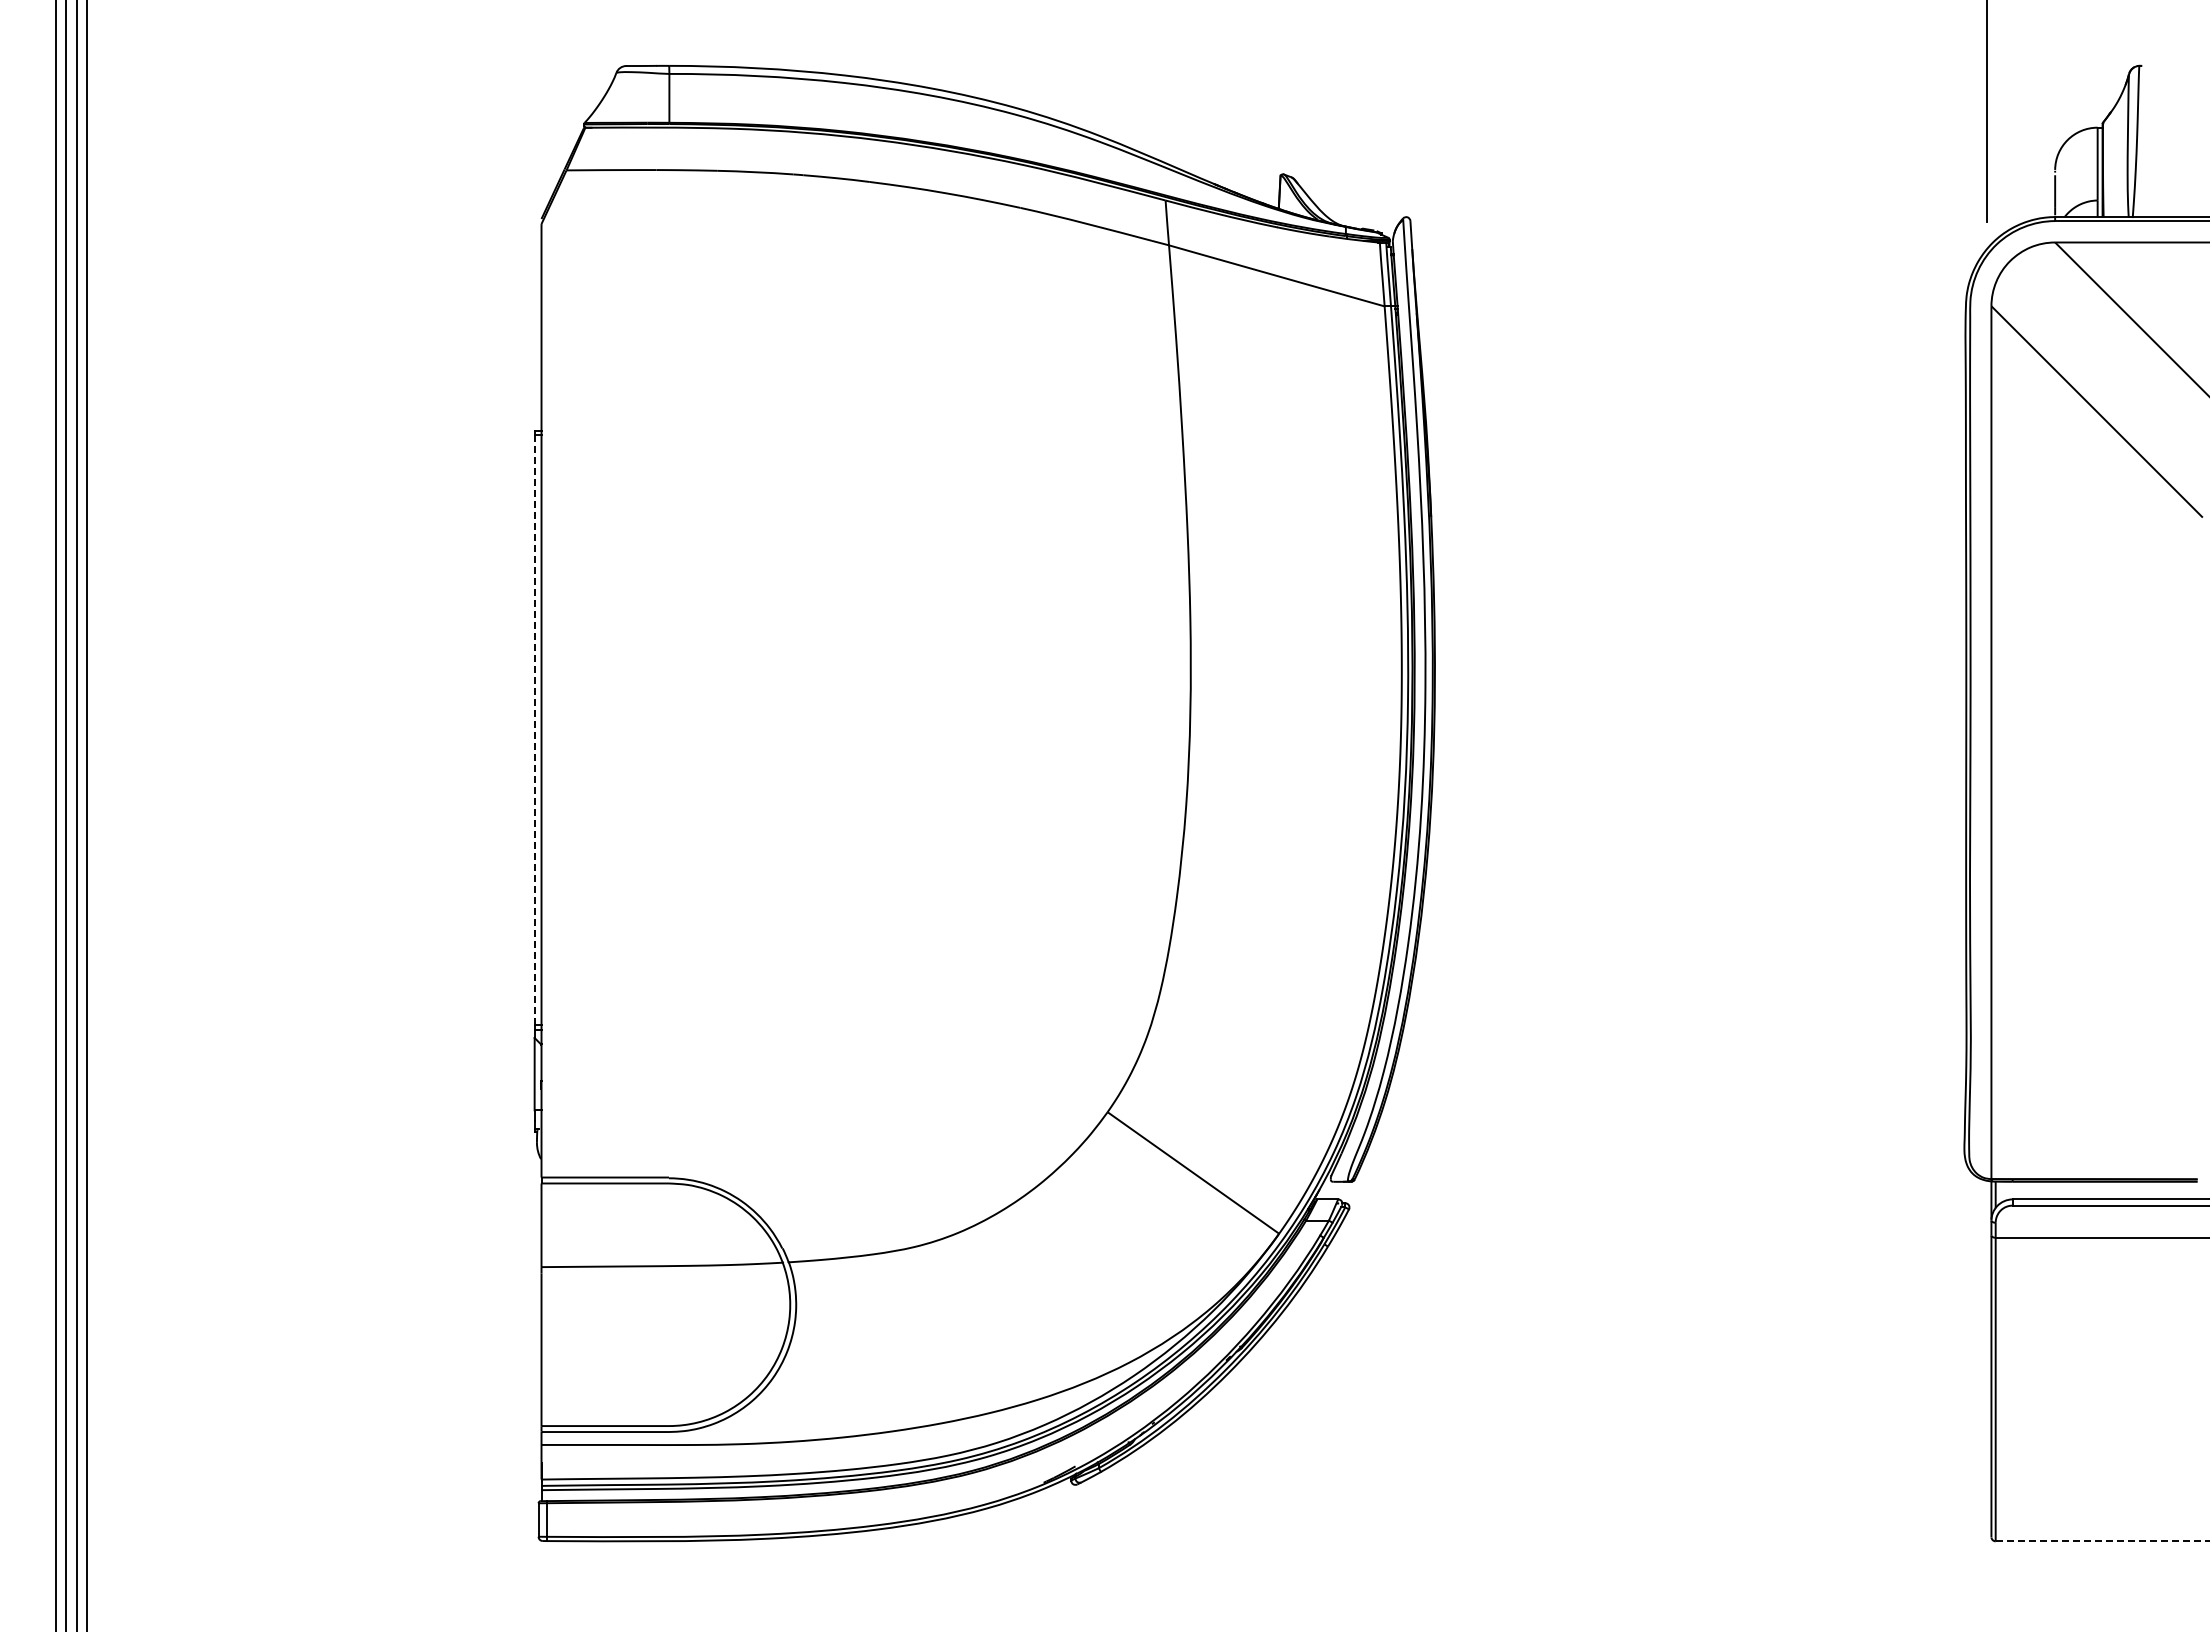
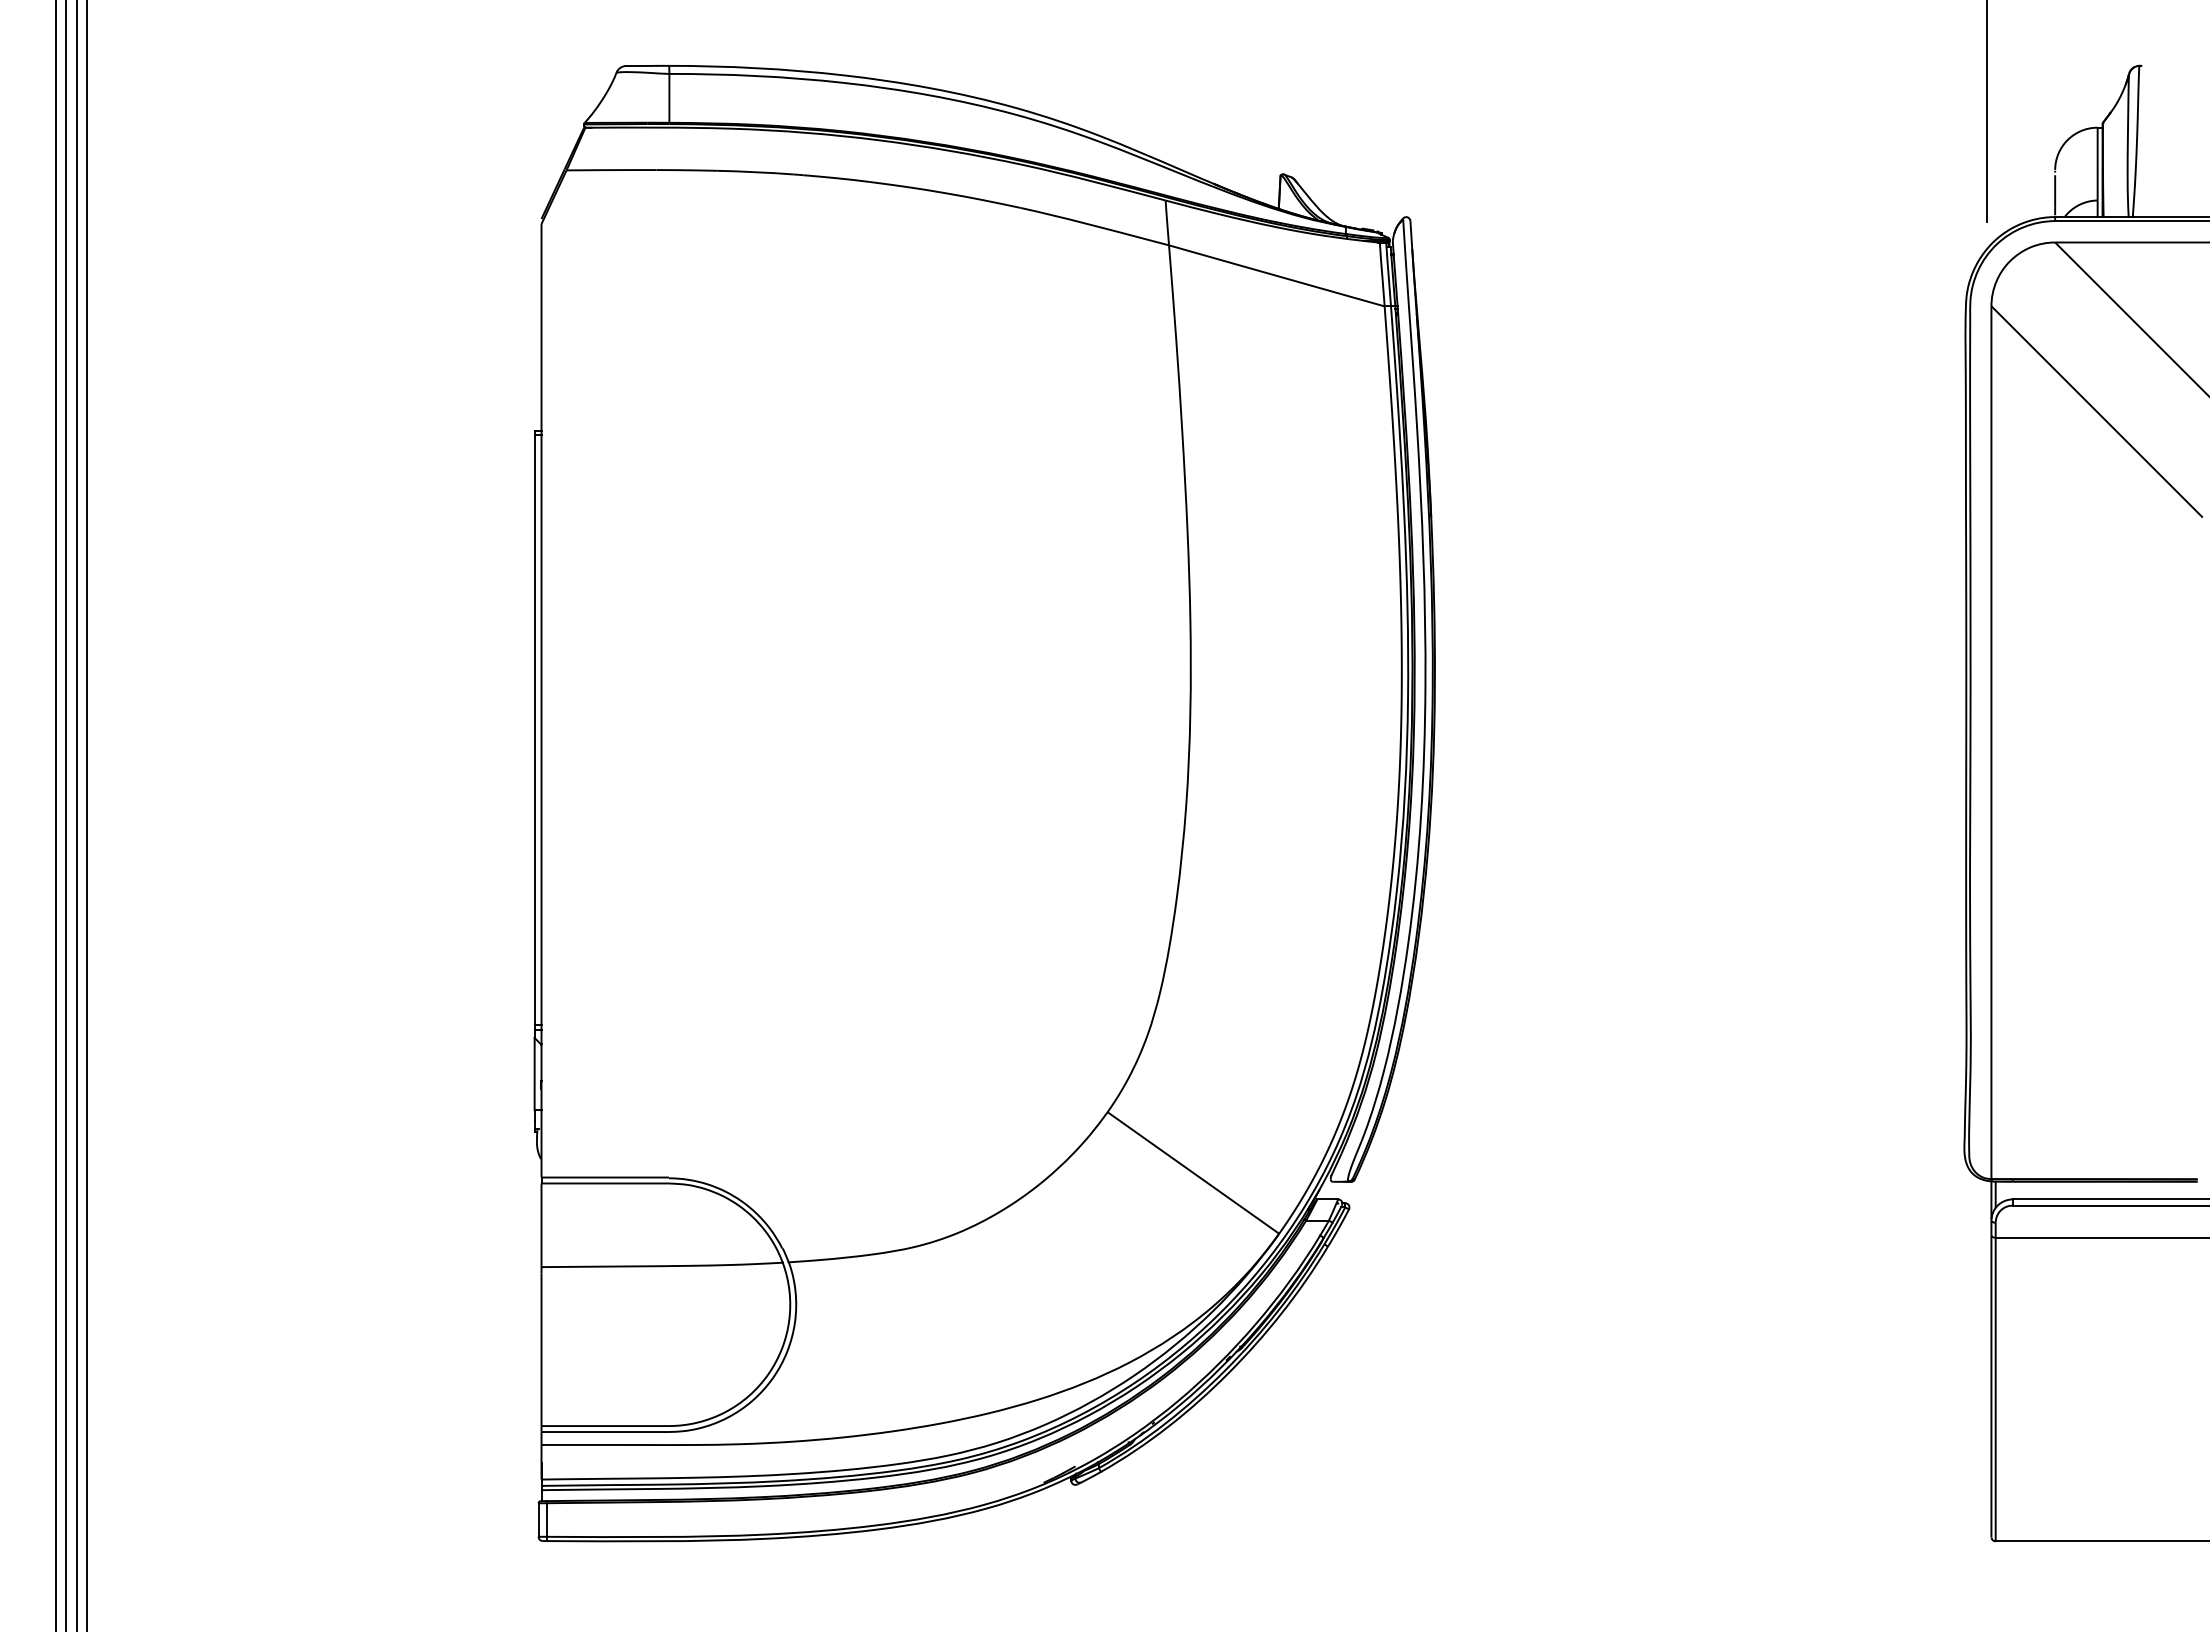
line at (534, 729): dashed -> solid
line at (2102, 1541): dashed -> solid
